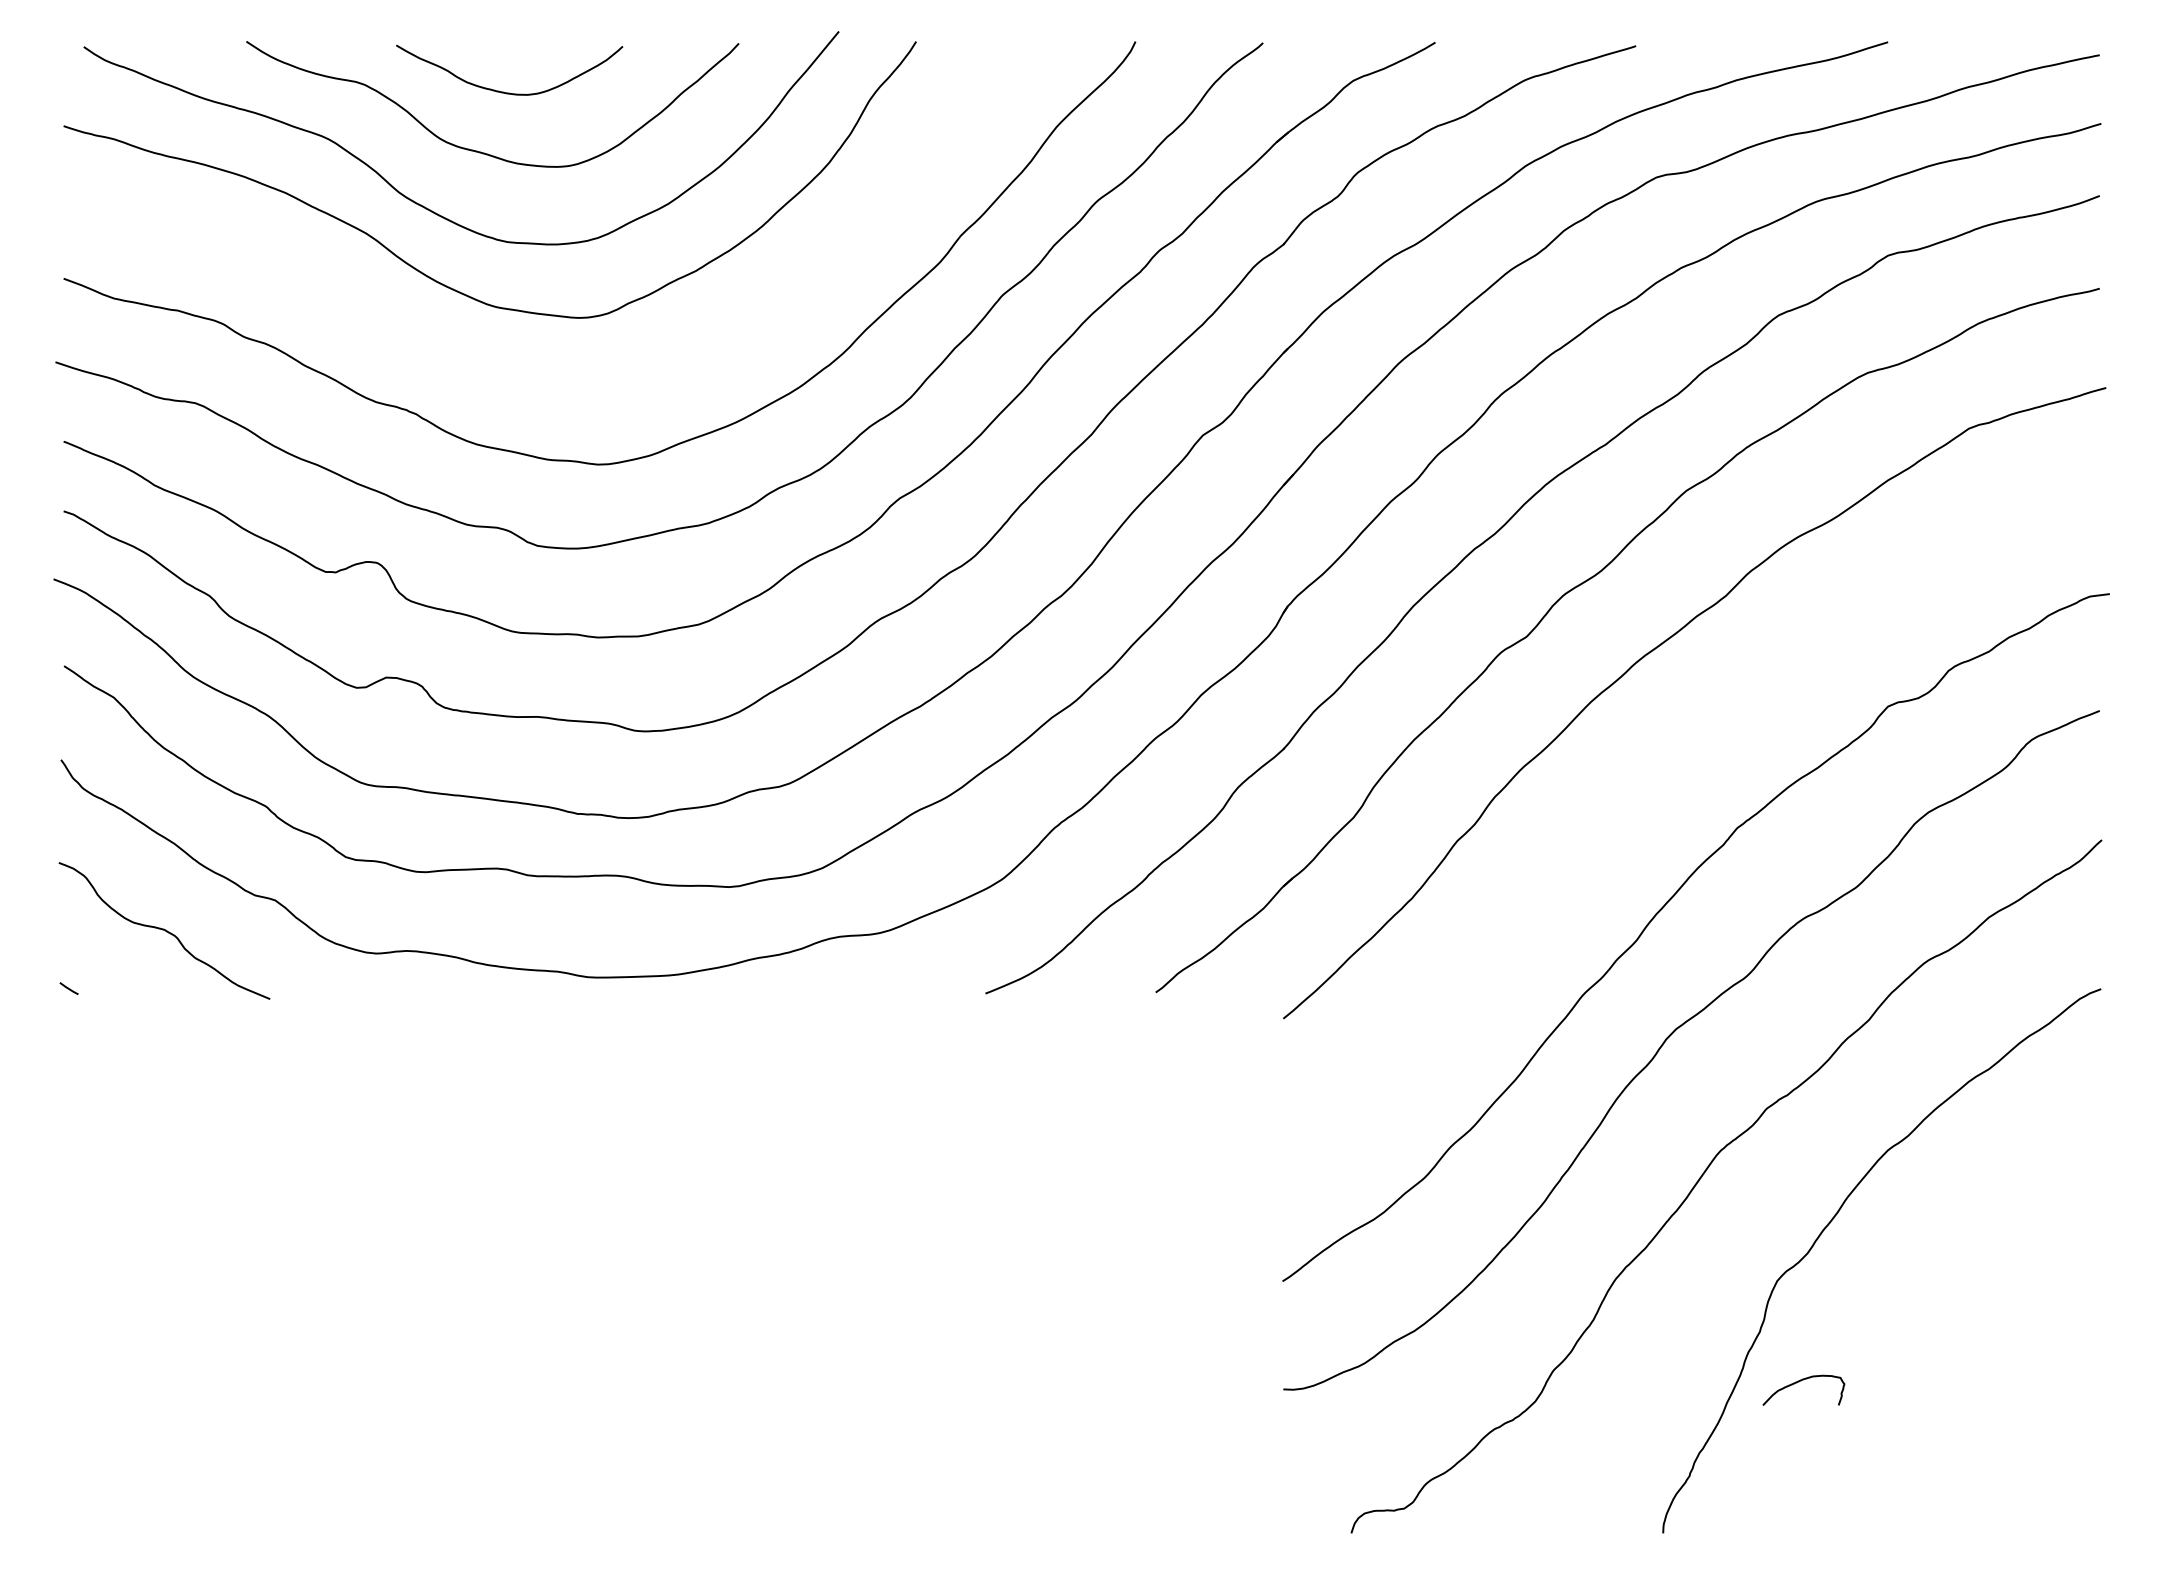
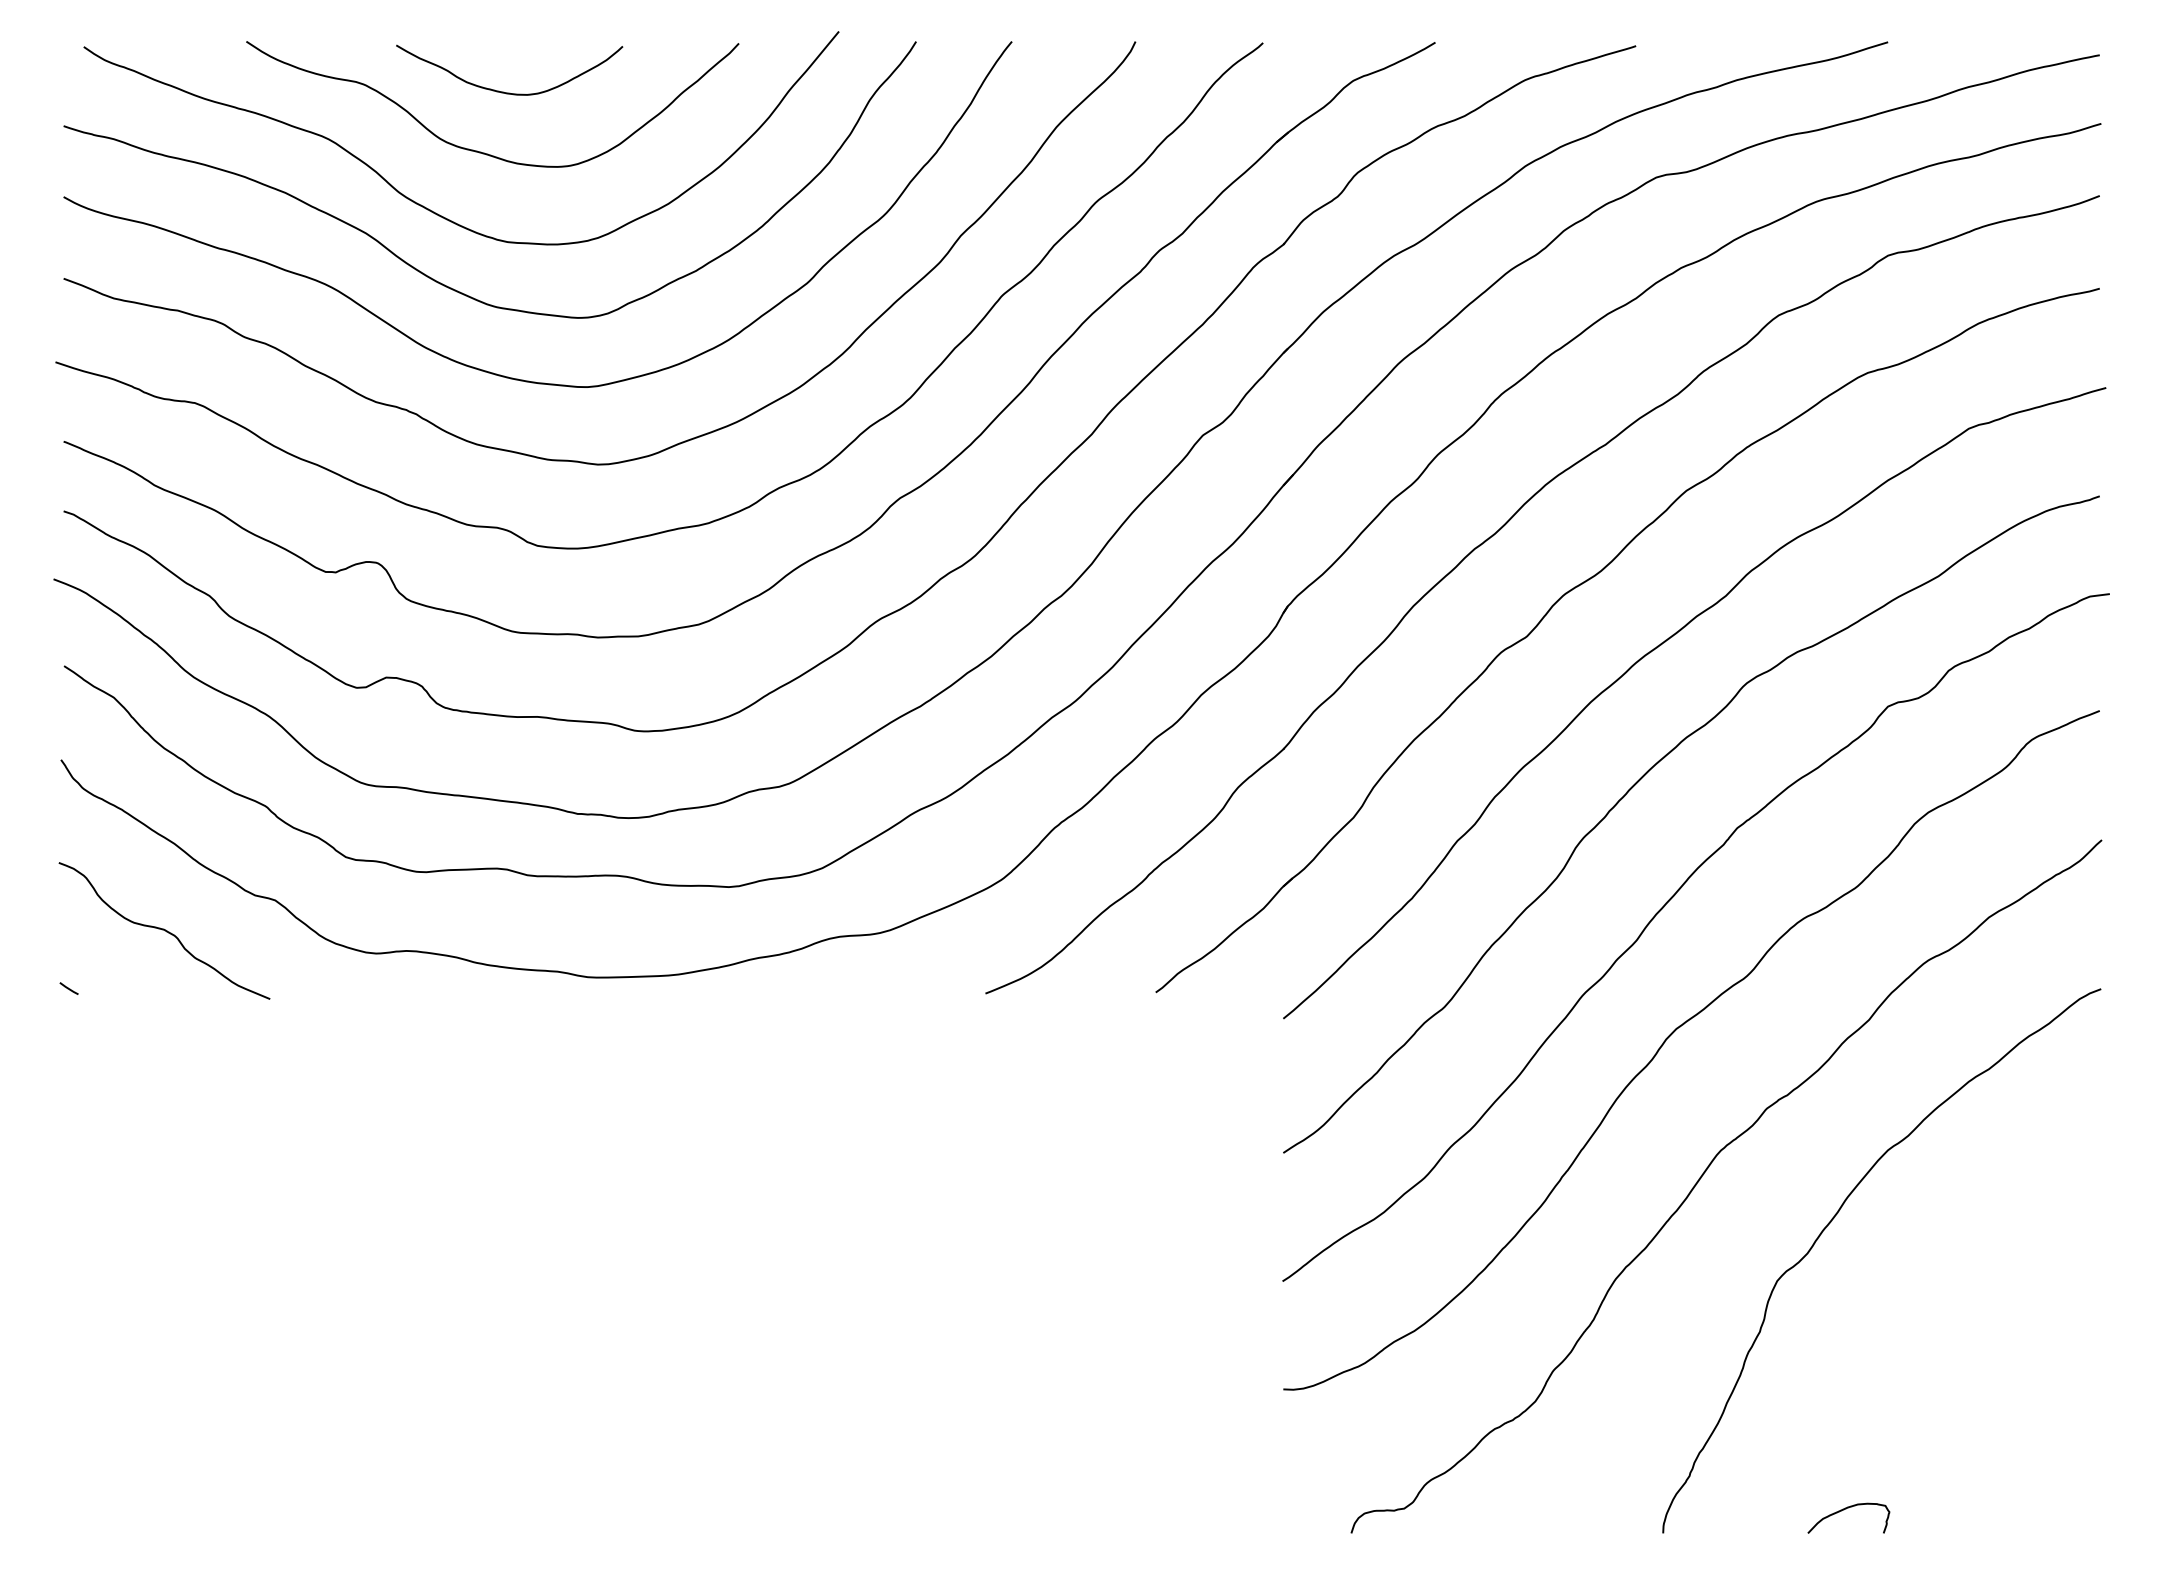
curve at (493, 372): none -> present
curve at (1644, 776): none -> present
curve at (1799, 1382) position: (1799, 1382) -> (1844, 1510)
